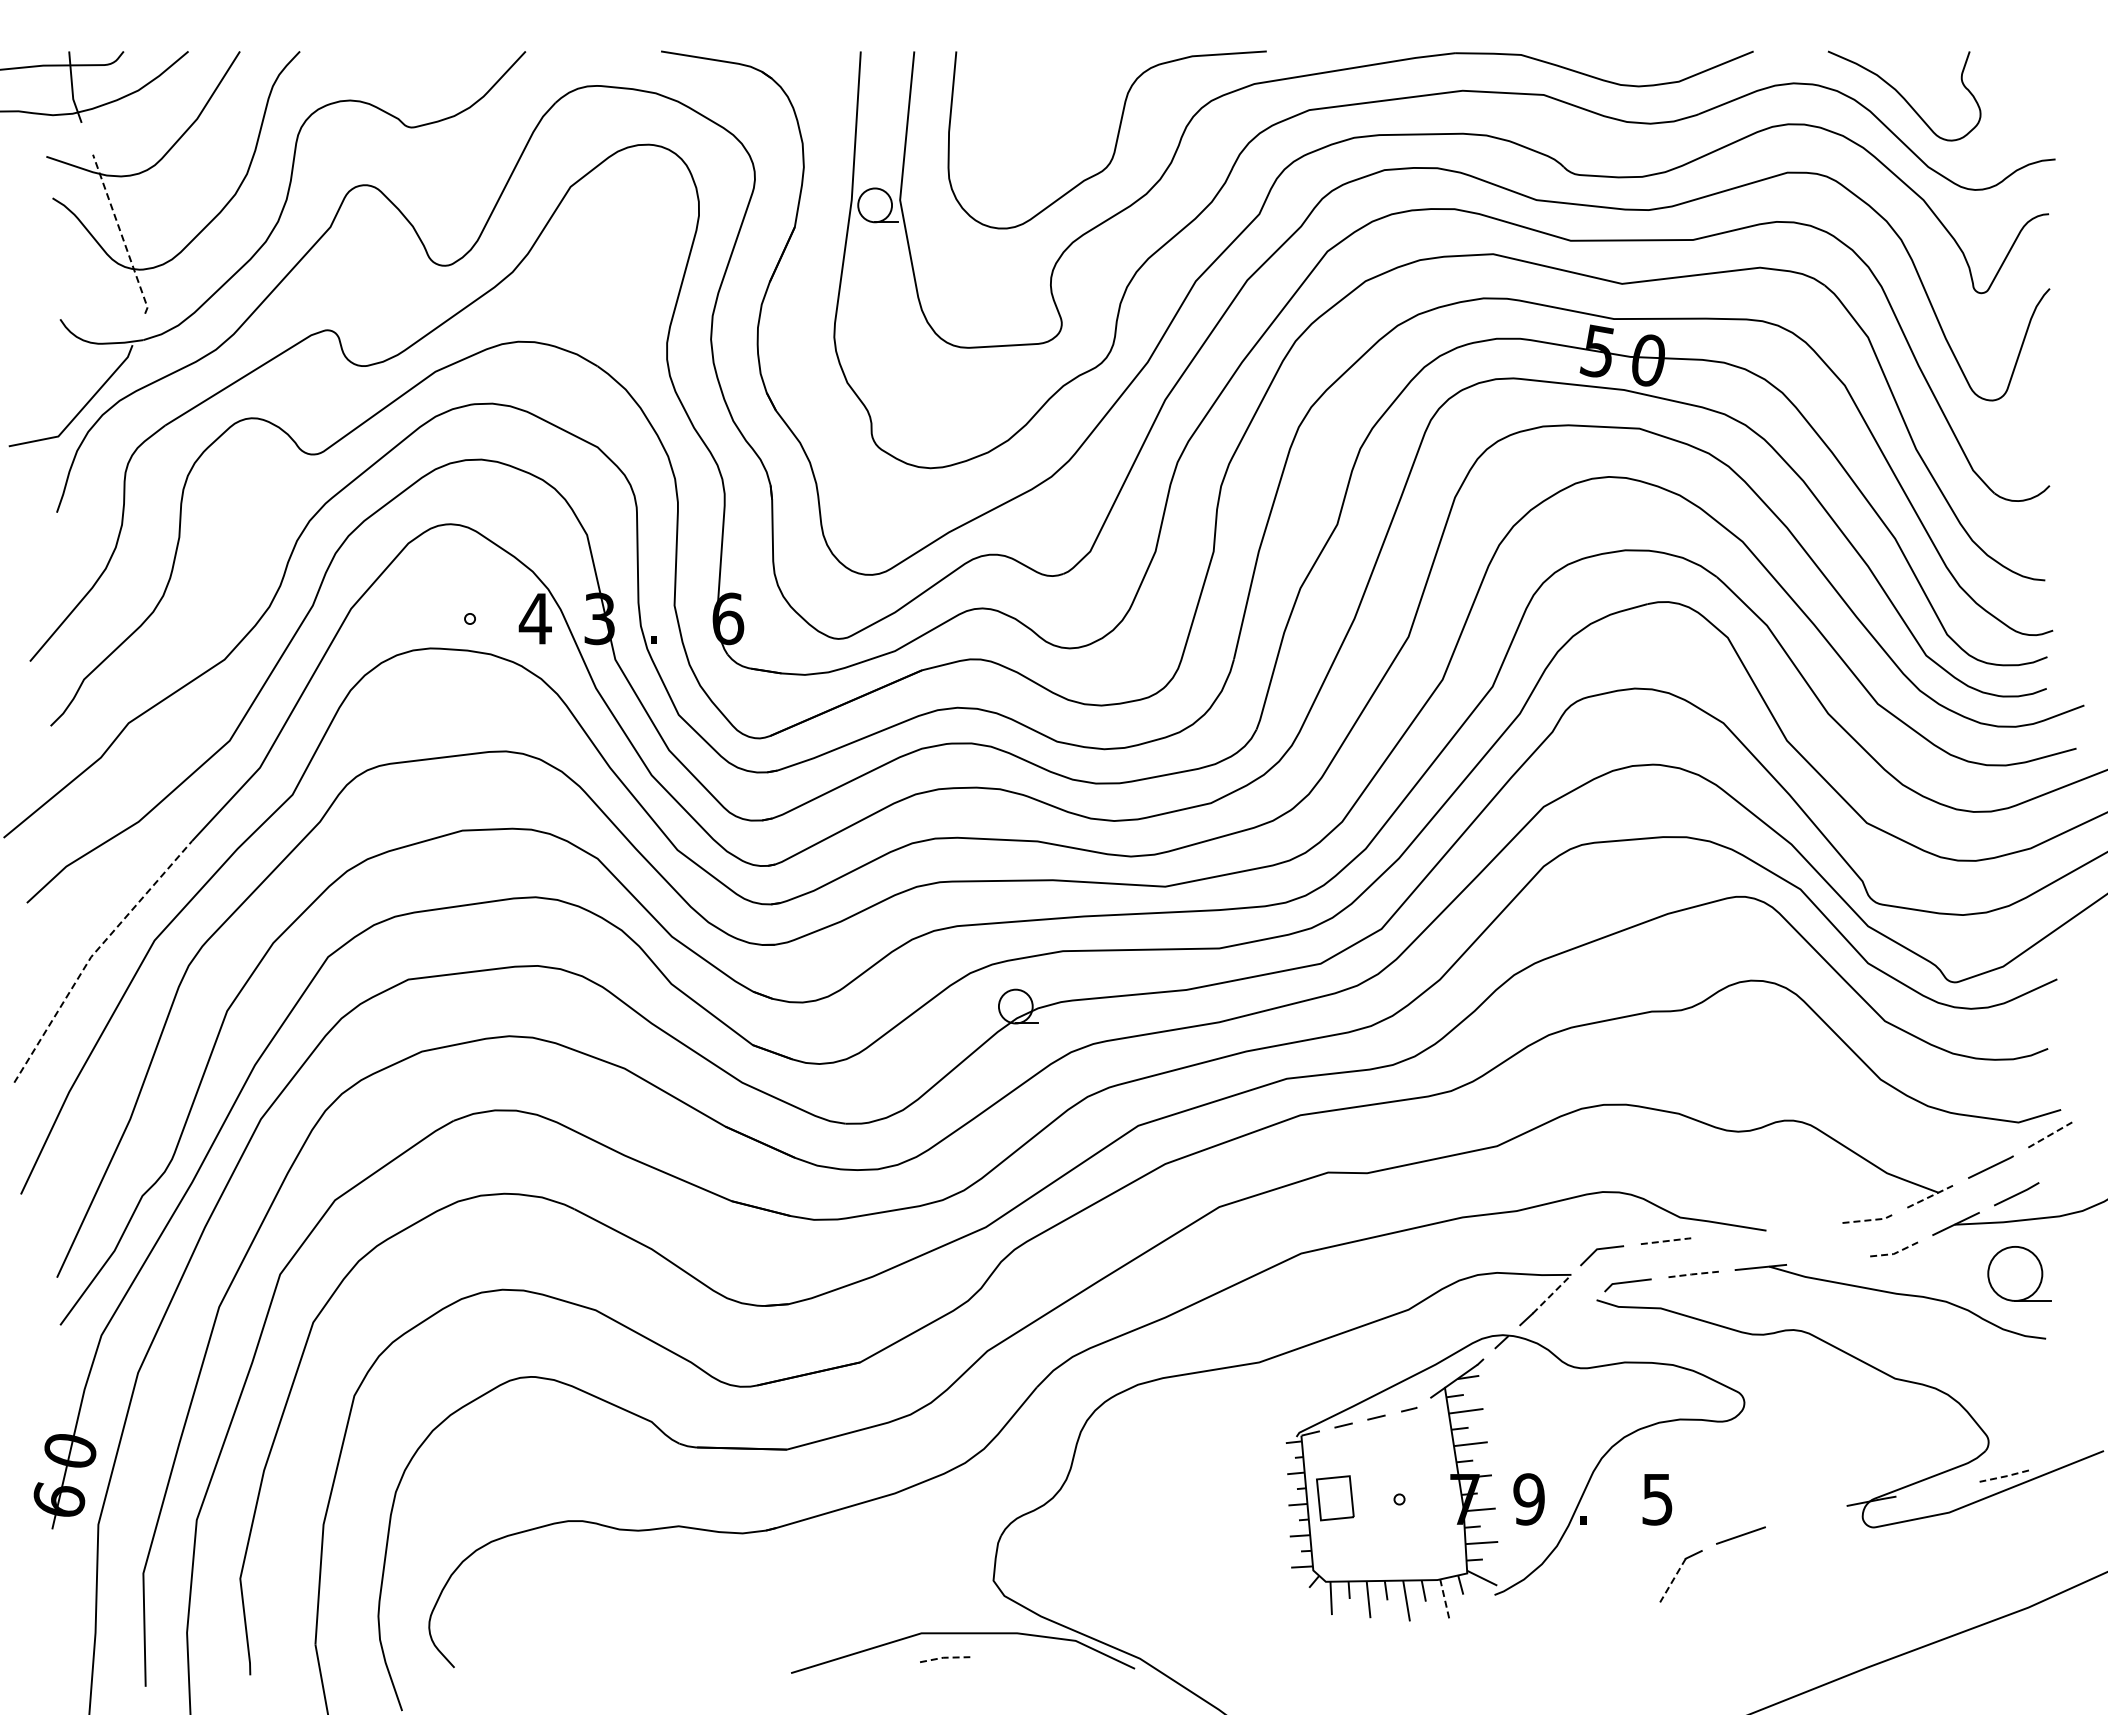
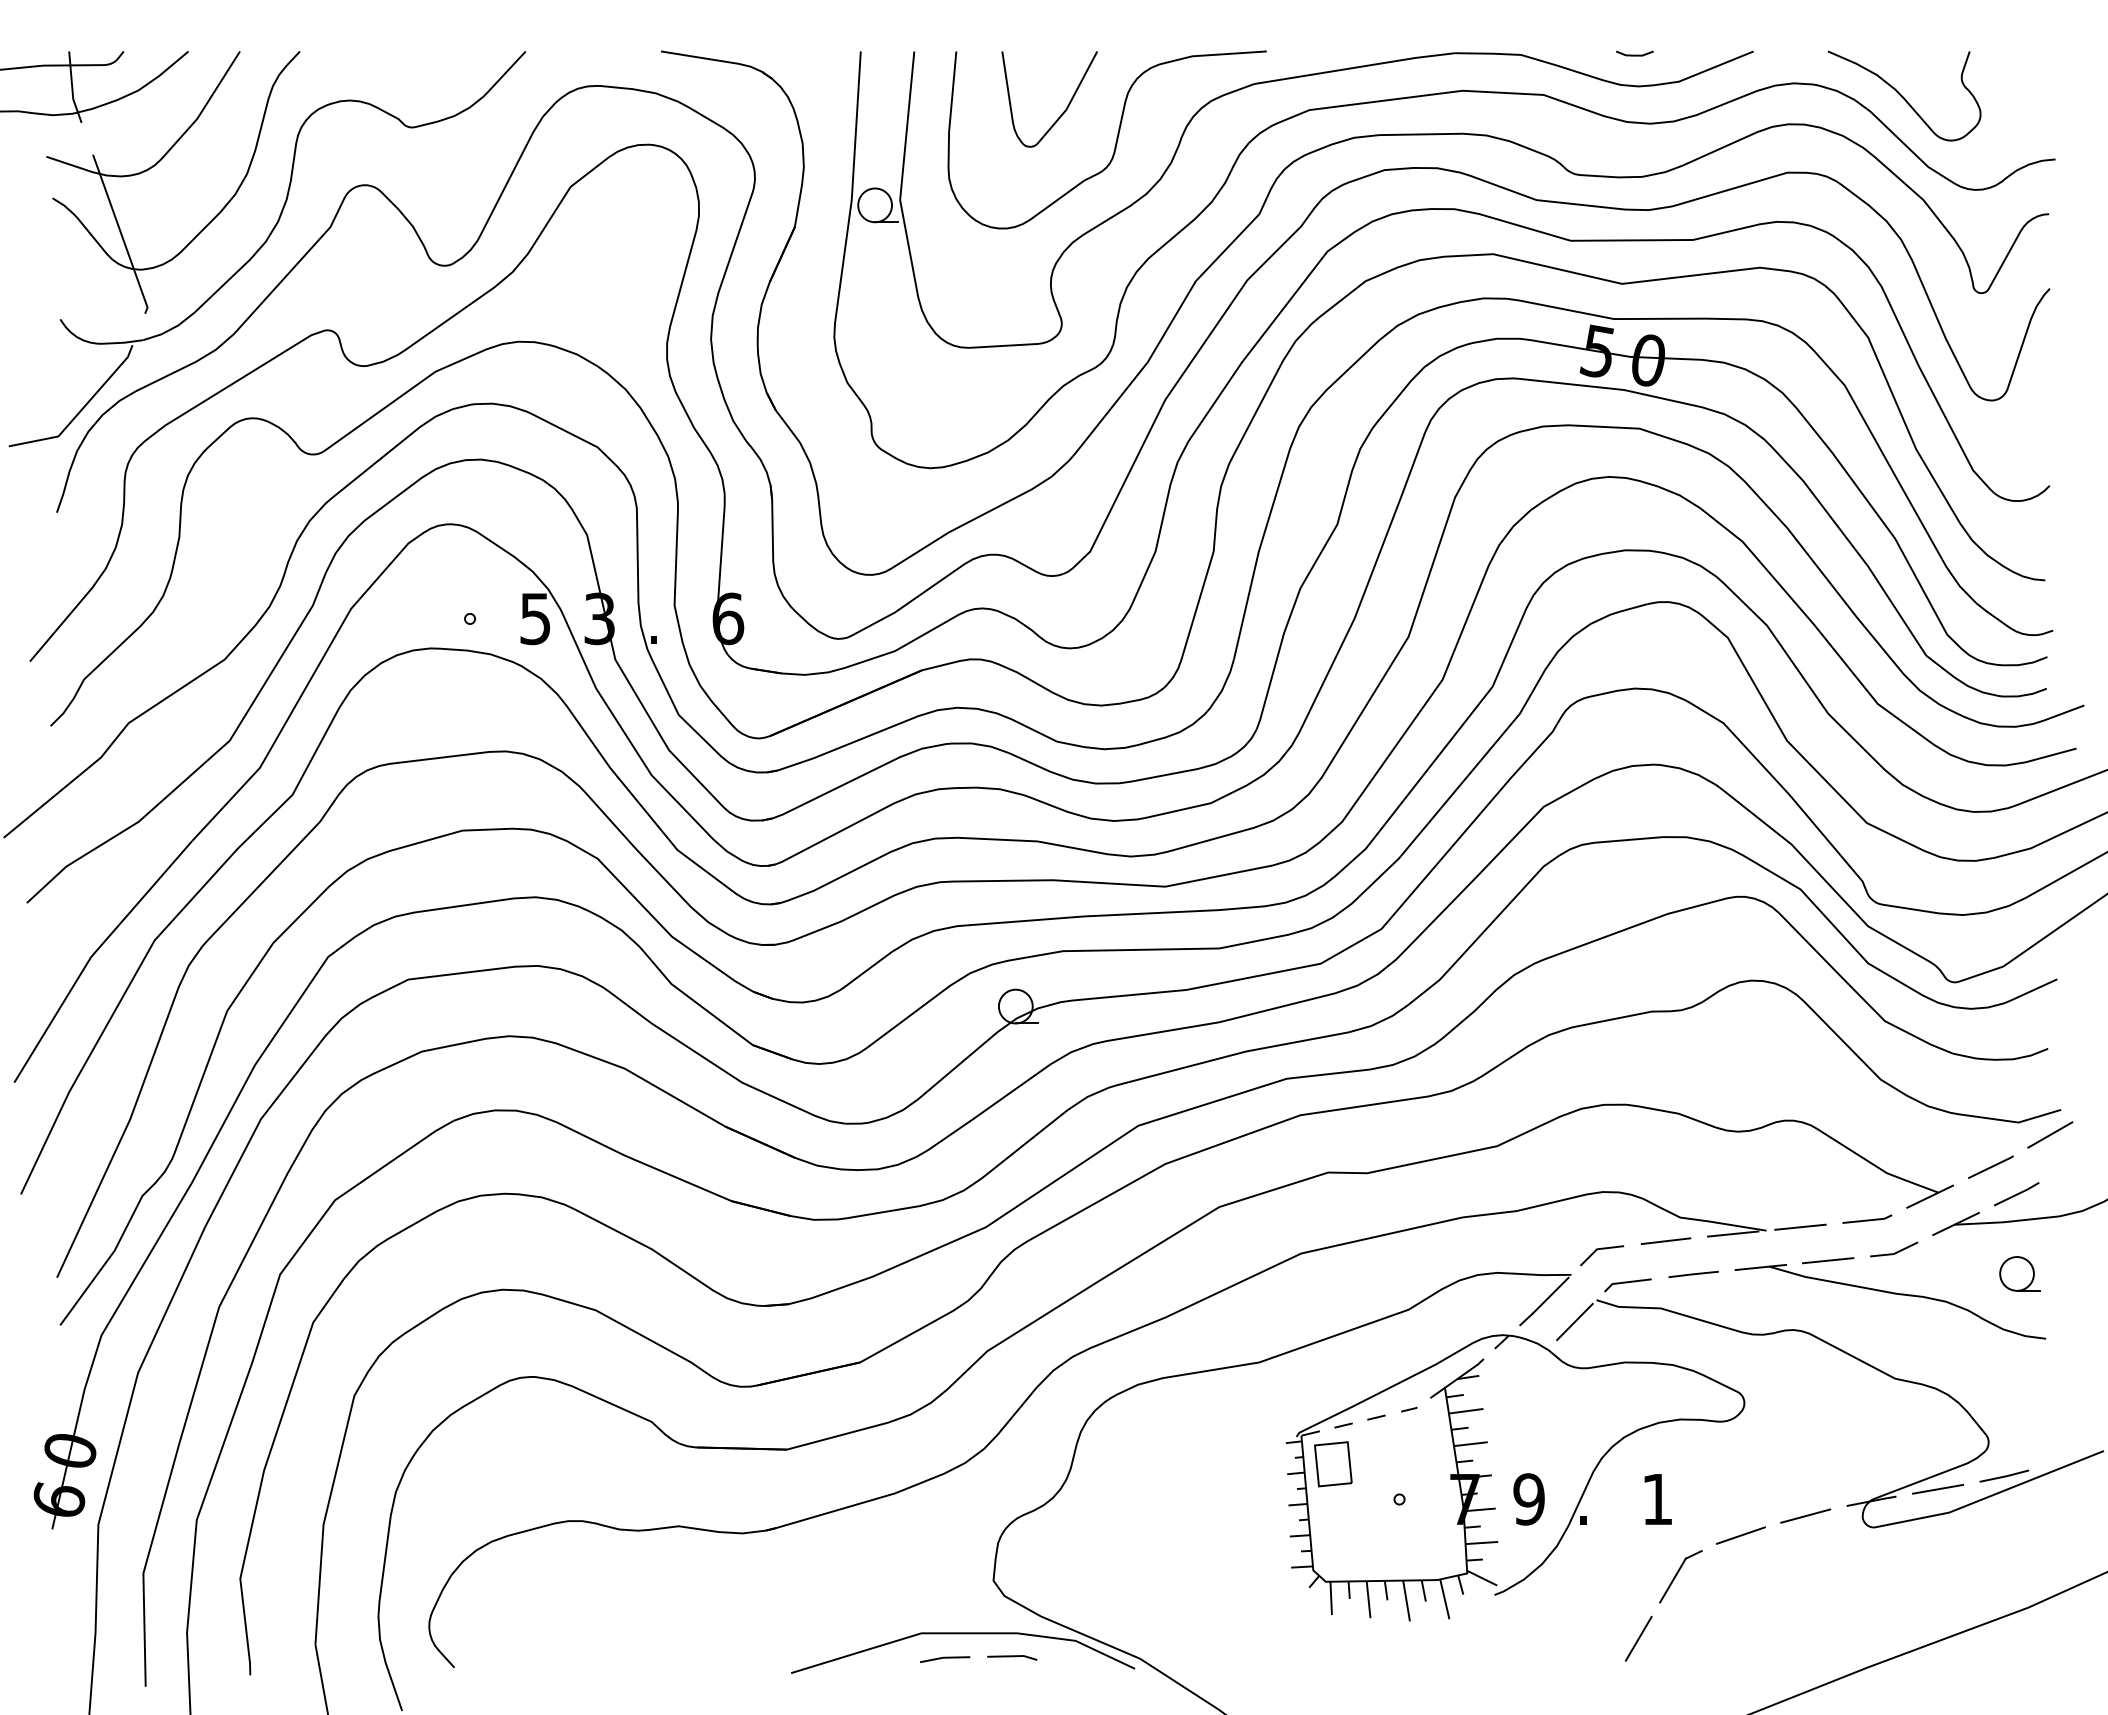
line at (1634, 54): none -> present
curve at (1062, 112): none -> present
line at (121, 234): dashed -> solid
text at (534, 619): 4 -> 5
line at (93, 954): dashed -> solid
line at (2050, 1134): dashed -> solid
line at (1930, 1196): dashed -> solid
line at (1868, 1220): dashed -> solid
line at (1800, 1226): none -> present
line at (1733, 1233): none -> present
line at (1667, 1241): dashed -> solid
line at (1894, 1253): dashed -> solid
line at (1827, 1260): none -> present
part at (2019, 1273) size: 65x56 px -> 42x36 px
line at (1693, 1274): dashed -> solid
line at (1550, 1295): dashed -> solid
line at (1574, 1321): none -> present
line at (2004, 1476): dashed -> solid
line at (1938, 1488): none -> present
part at (1335, 1498) position: (1335, 1498) -> (1333, 1464)
text at (1657, 1499): 5 -> 1
line at (1805, 1515): none -> present
line at (1672, 1580): dashed -> solid
line at (1444, 1599): dashed -> solid
line at (1638, 1638): none -> present
line at (945, 1657): dashed -> solid
line at (1012, 1657): none -> present
